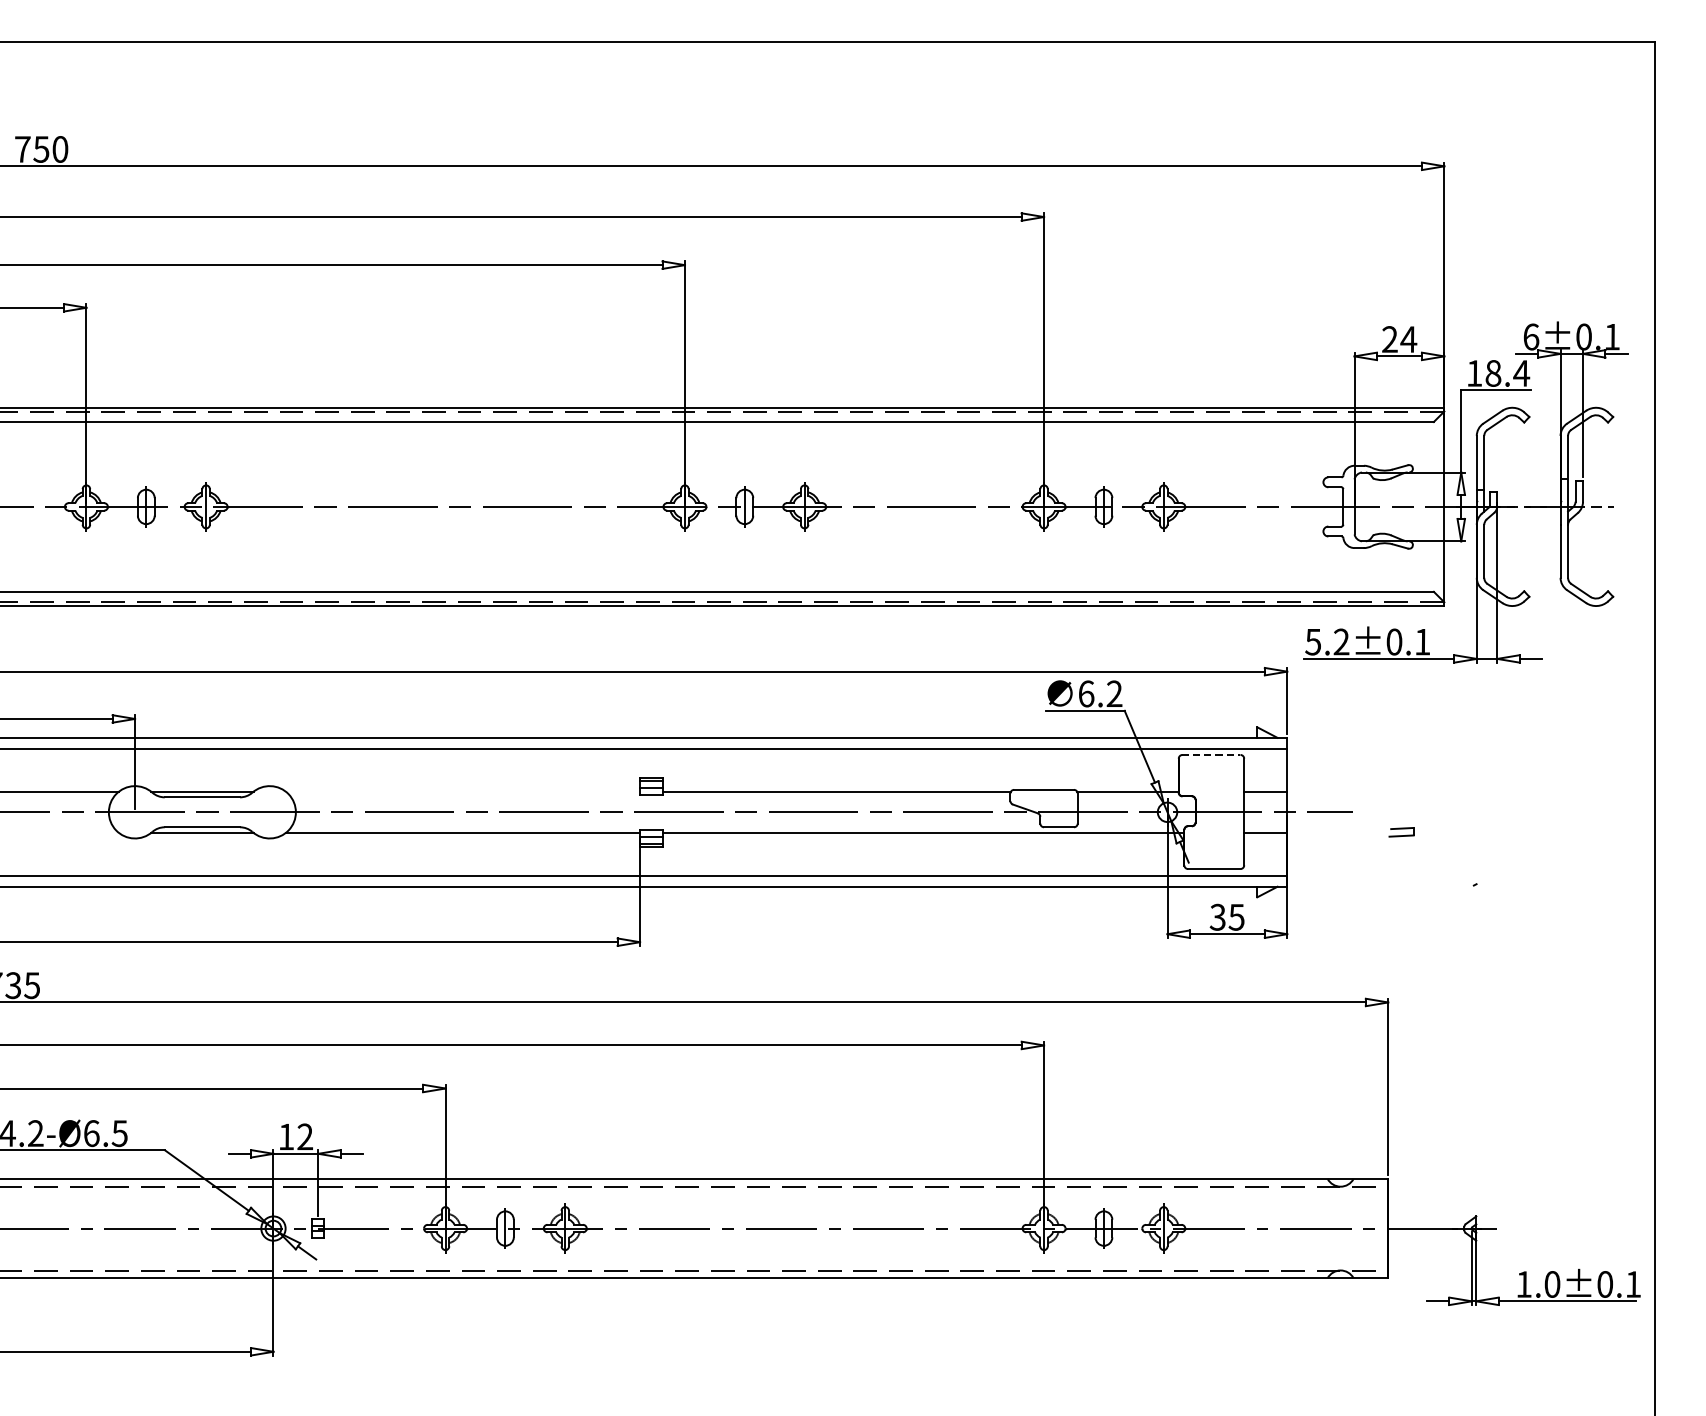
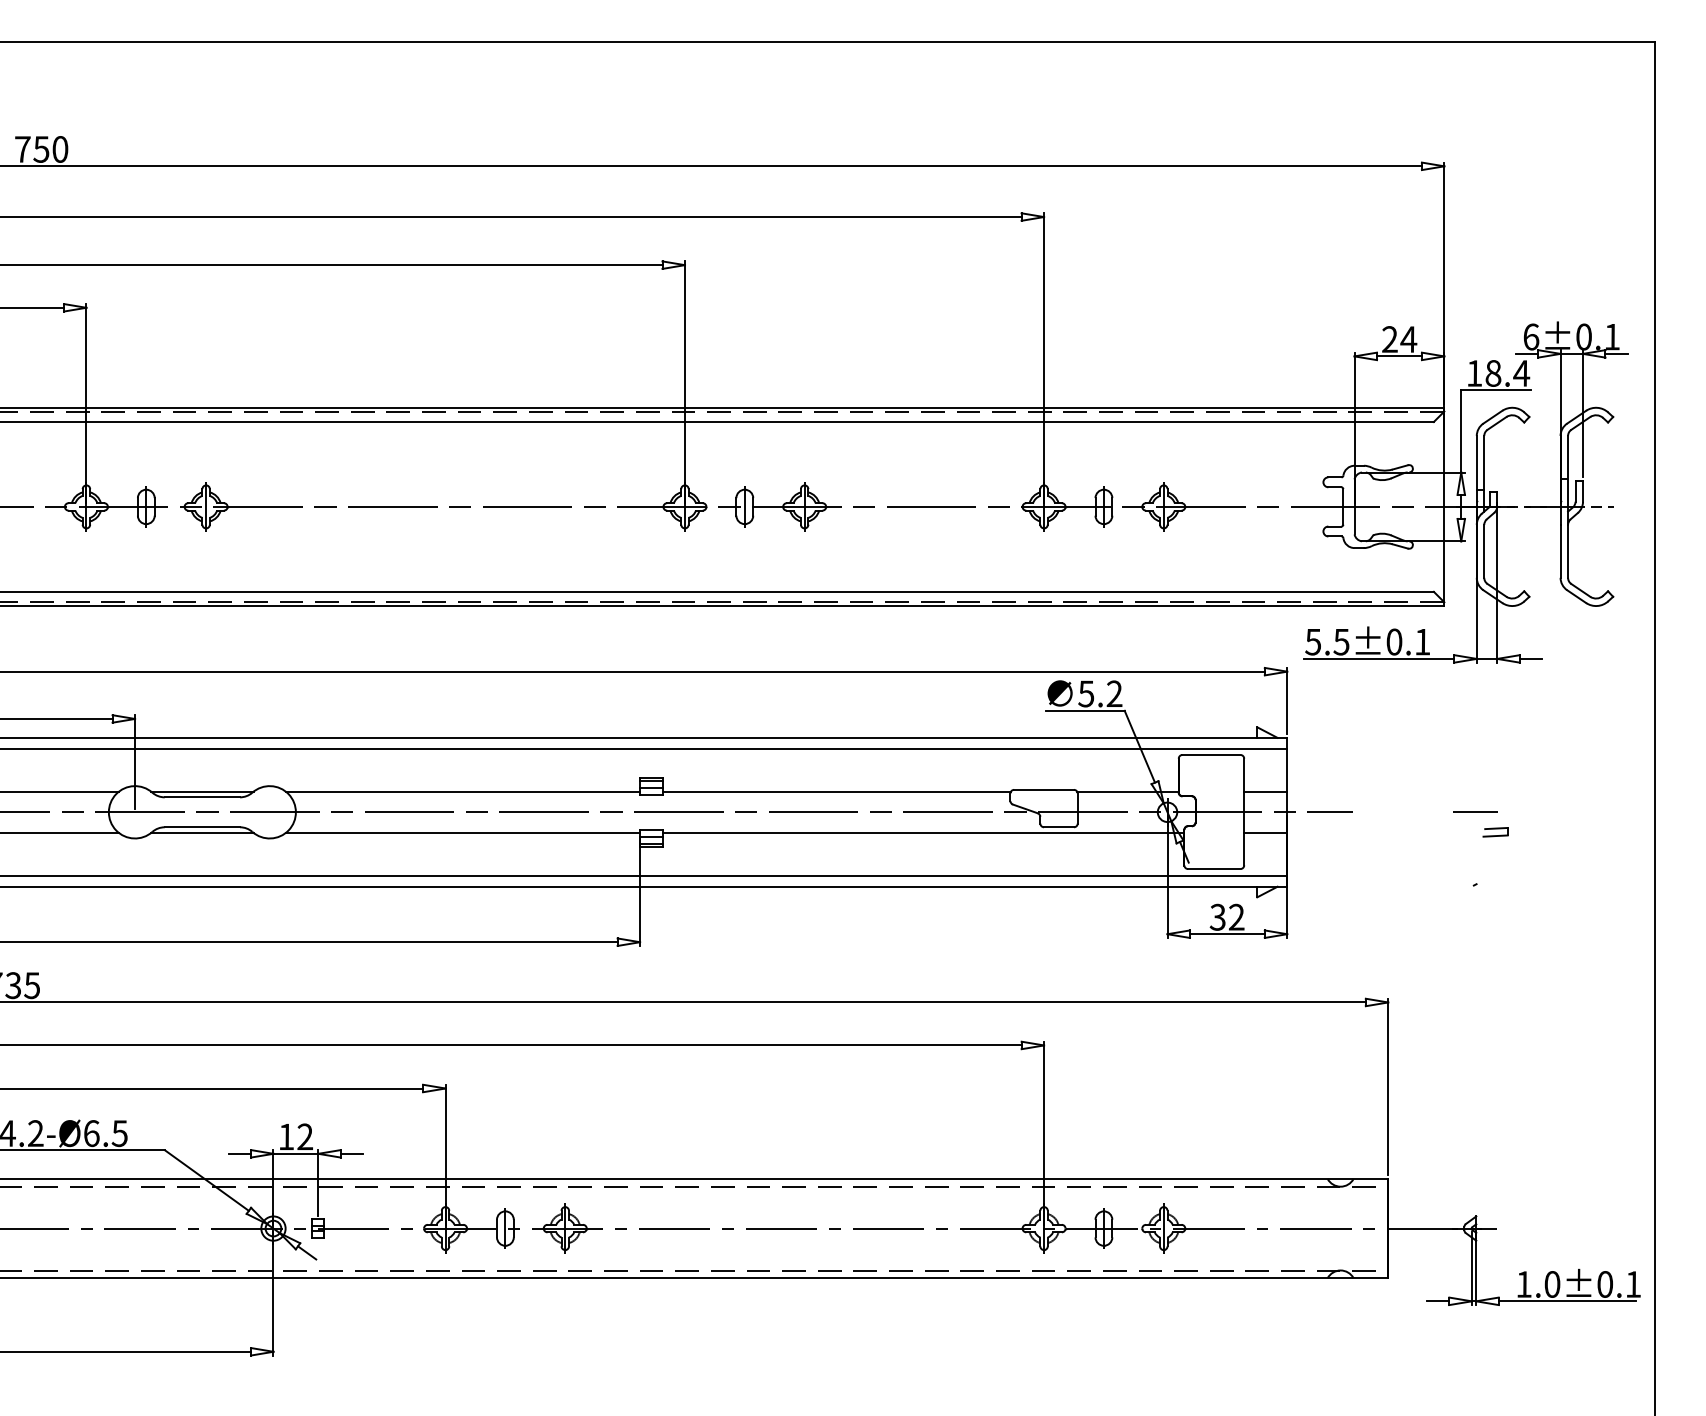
text at (1341, 641): 5.2±0.1 -> 5.5±0.1
text at (1086, 693): 6.2 -> 5.2
line at (1211, 754): dashed -> solid
line at (462, 791): none -> present
line at (1475, 811): none -> present
line at (60, 832): none -> present
part at (1401, 832) position: (1401, 832) -> (1495, 832)
text at (1236, 916): 35 -> 32
